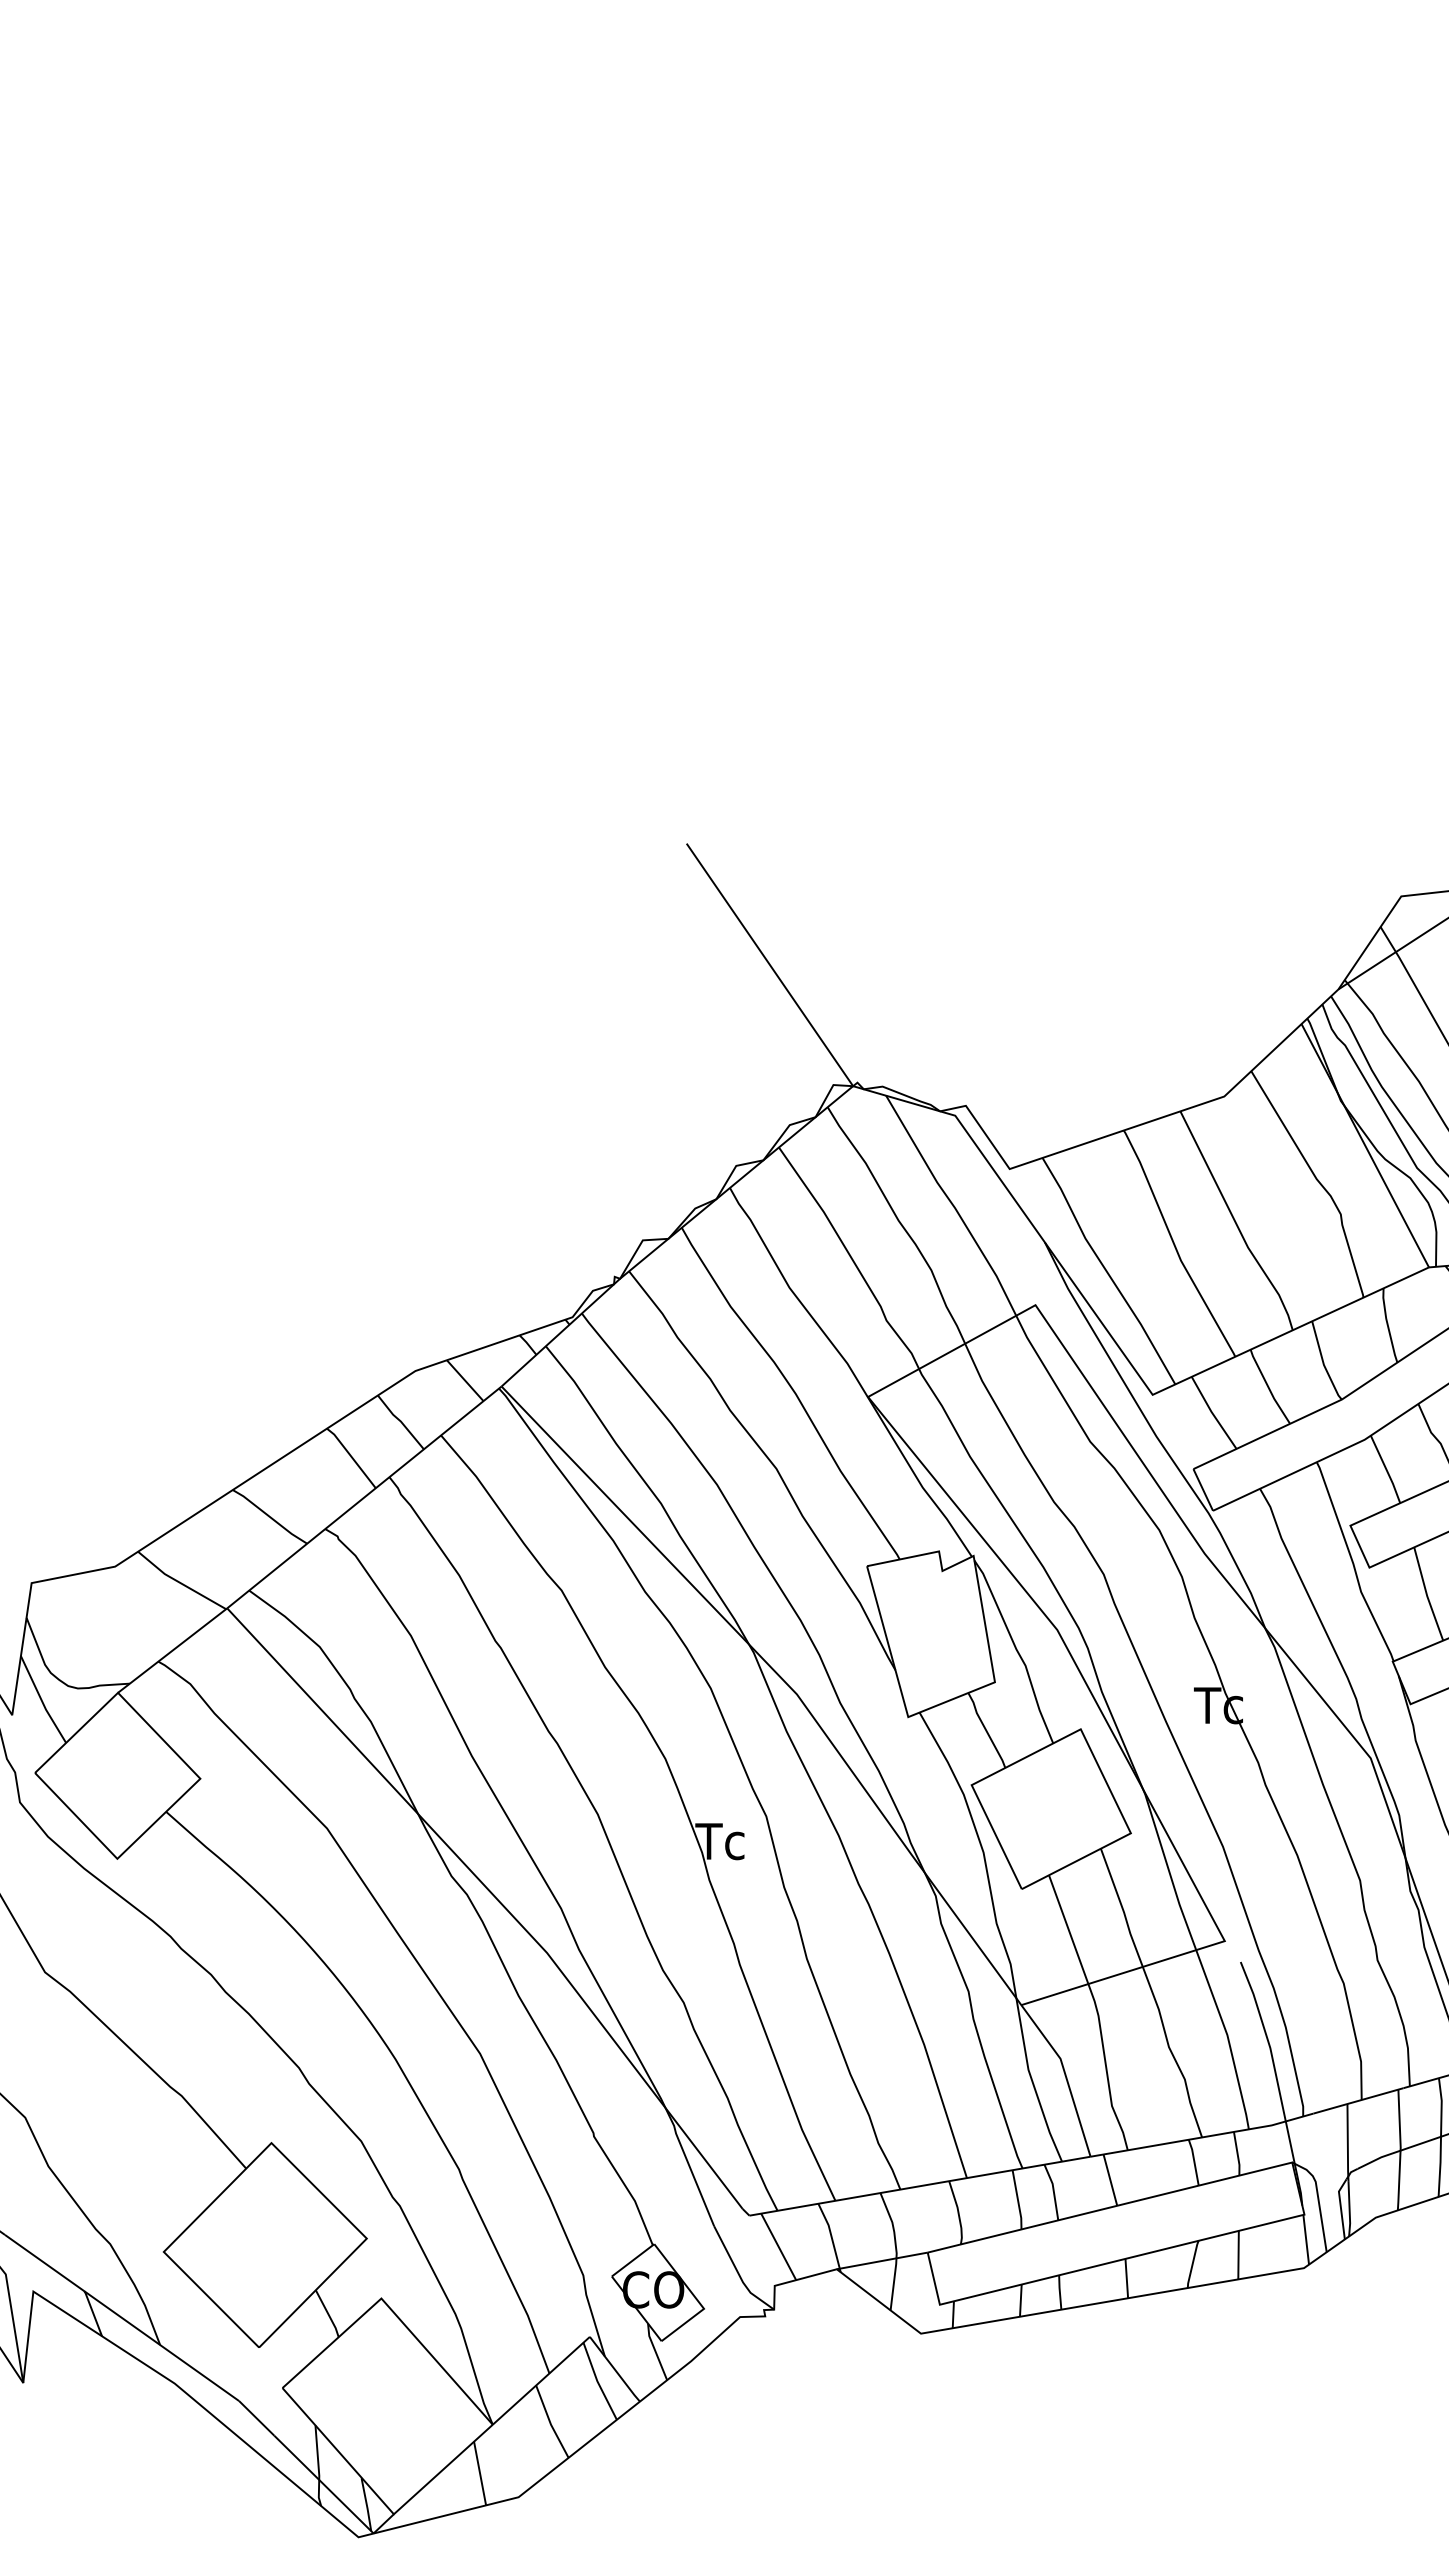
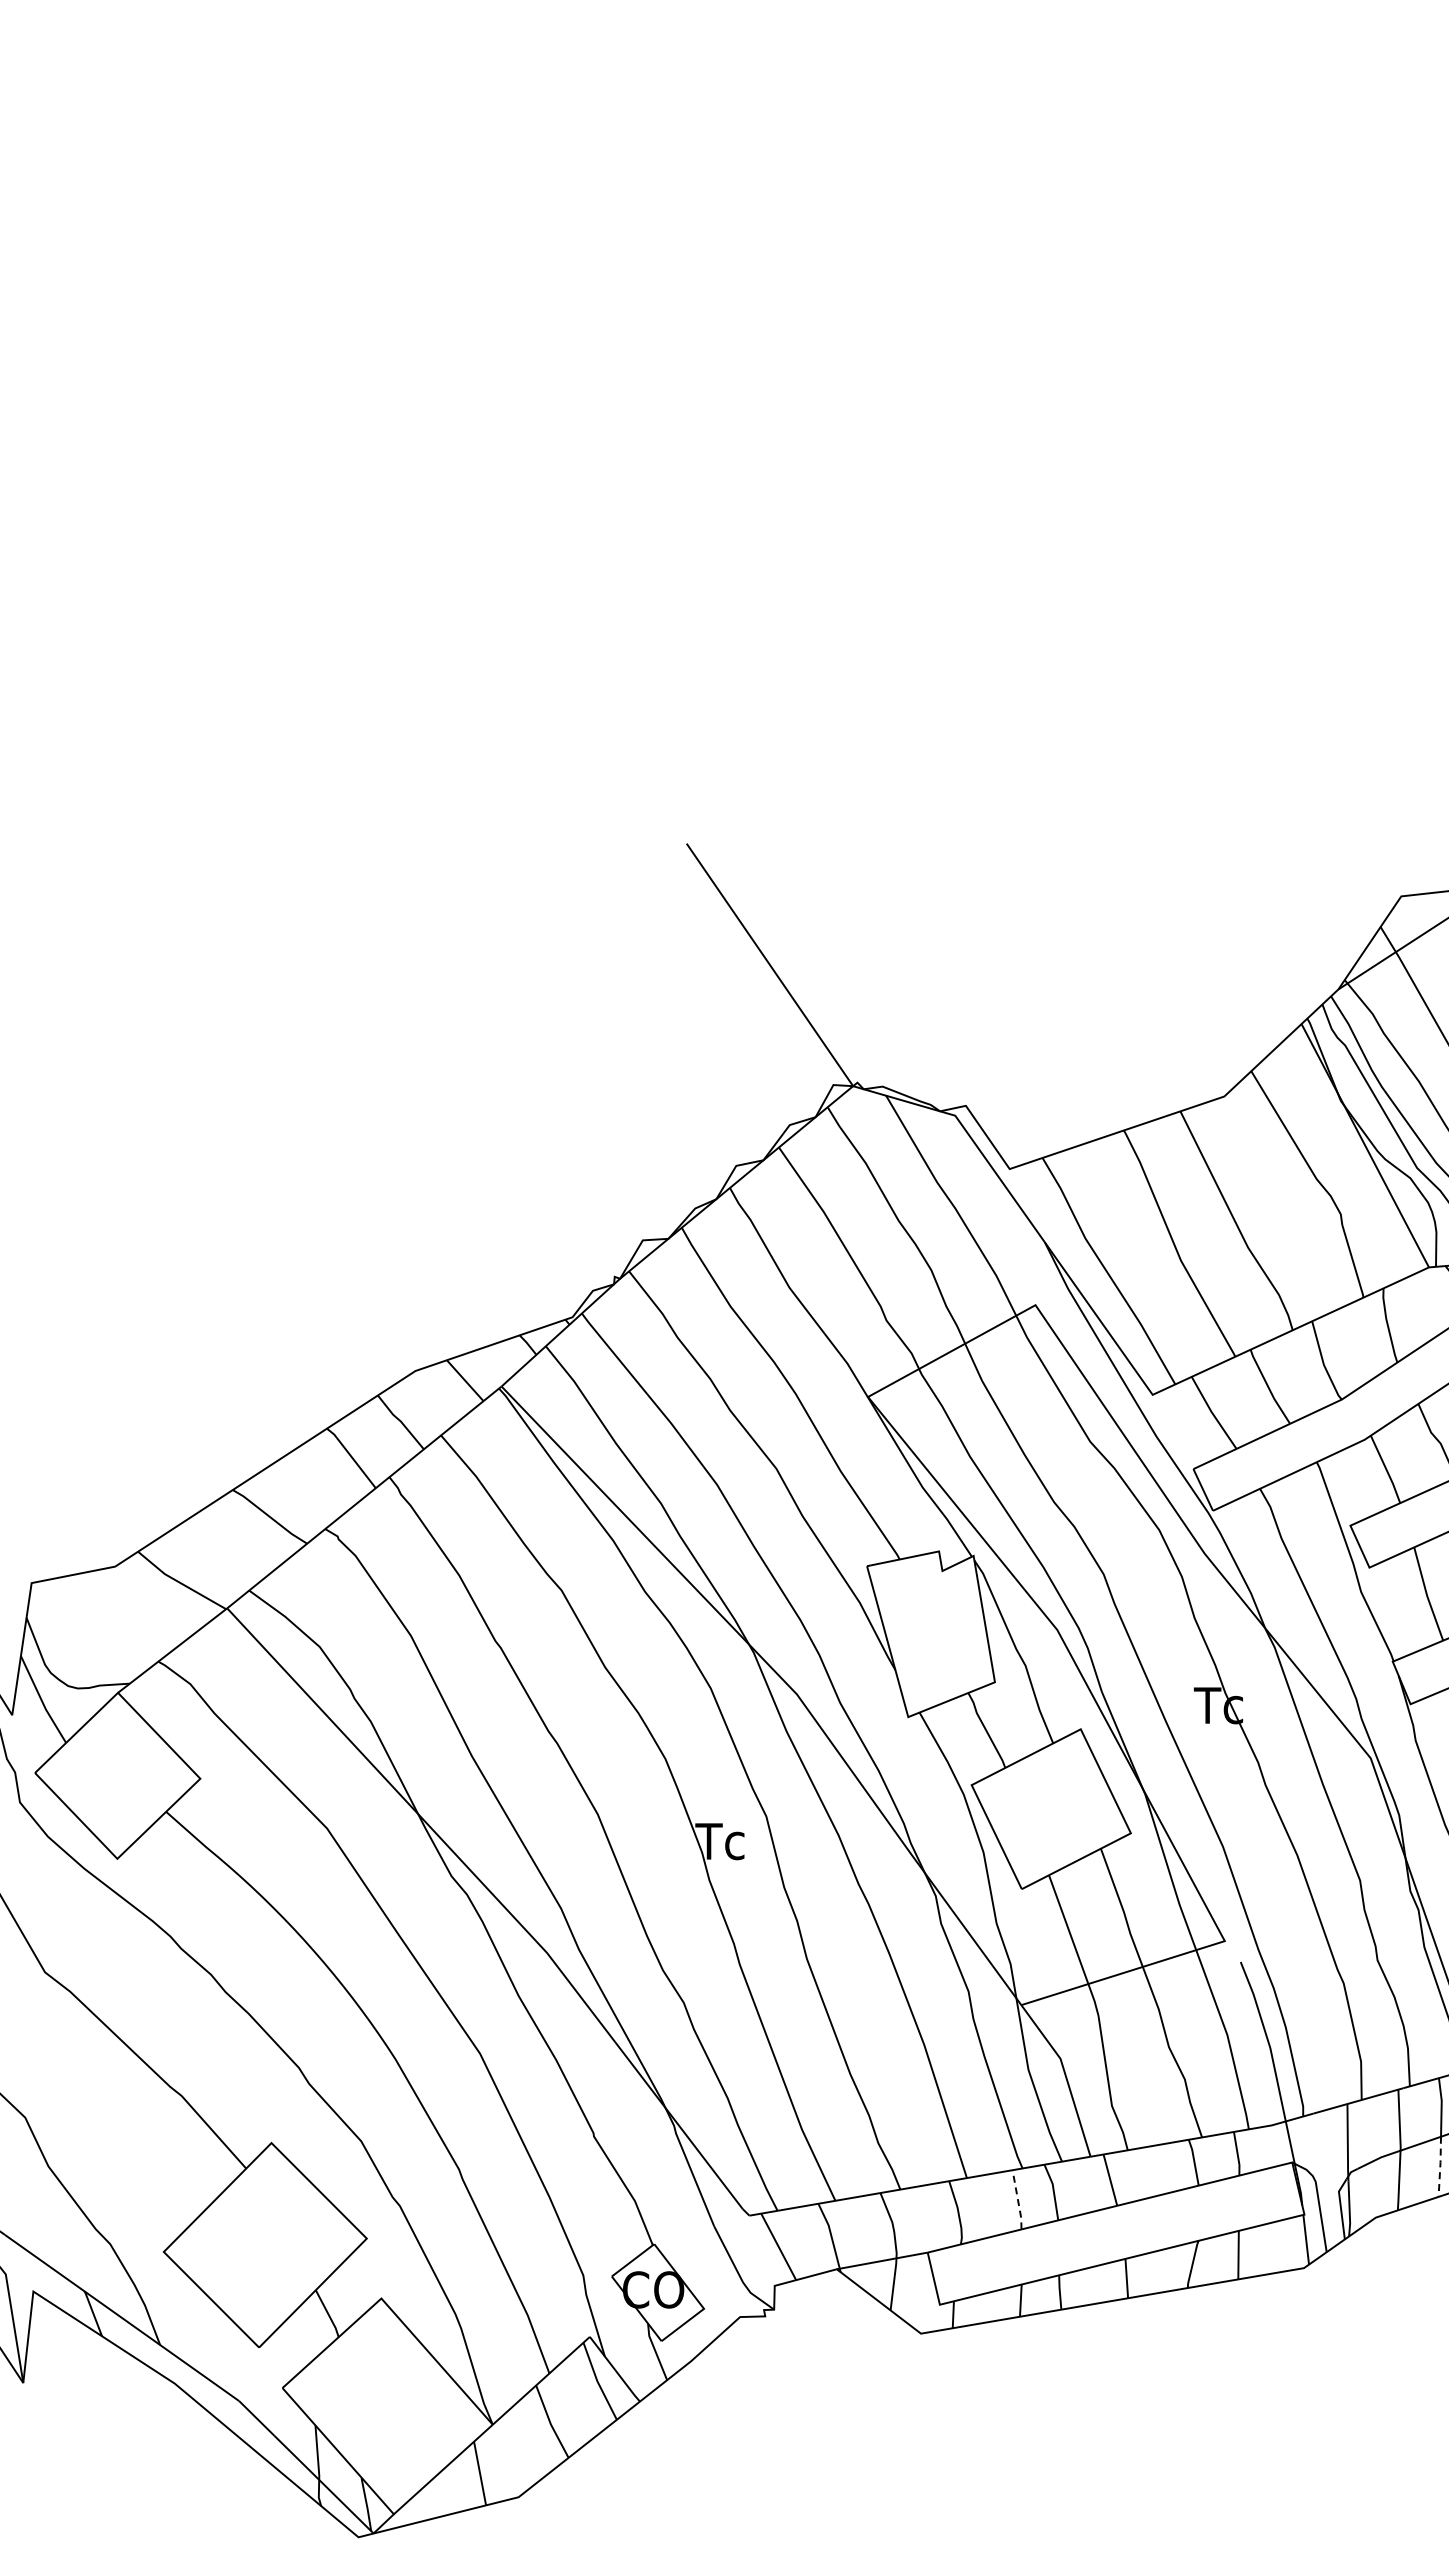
line at (1440, 2166): solid -> dashed
line at (1018, 2200): solid -> dashed
